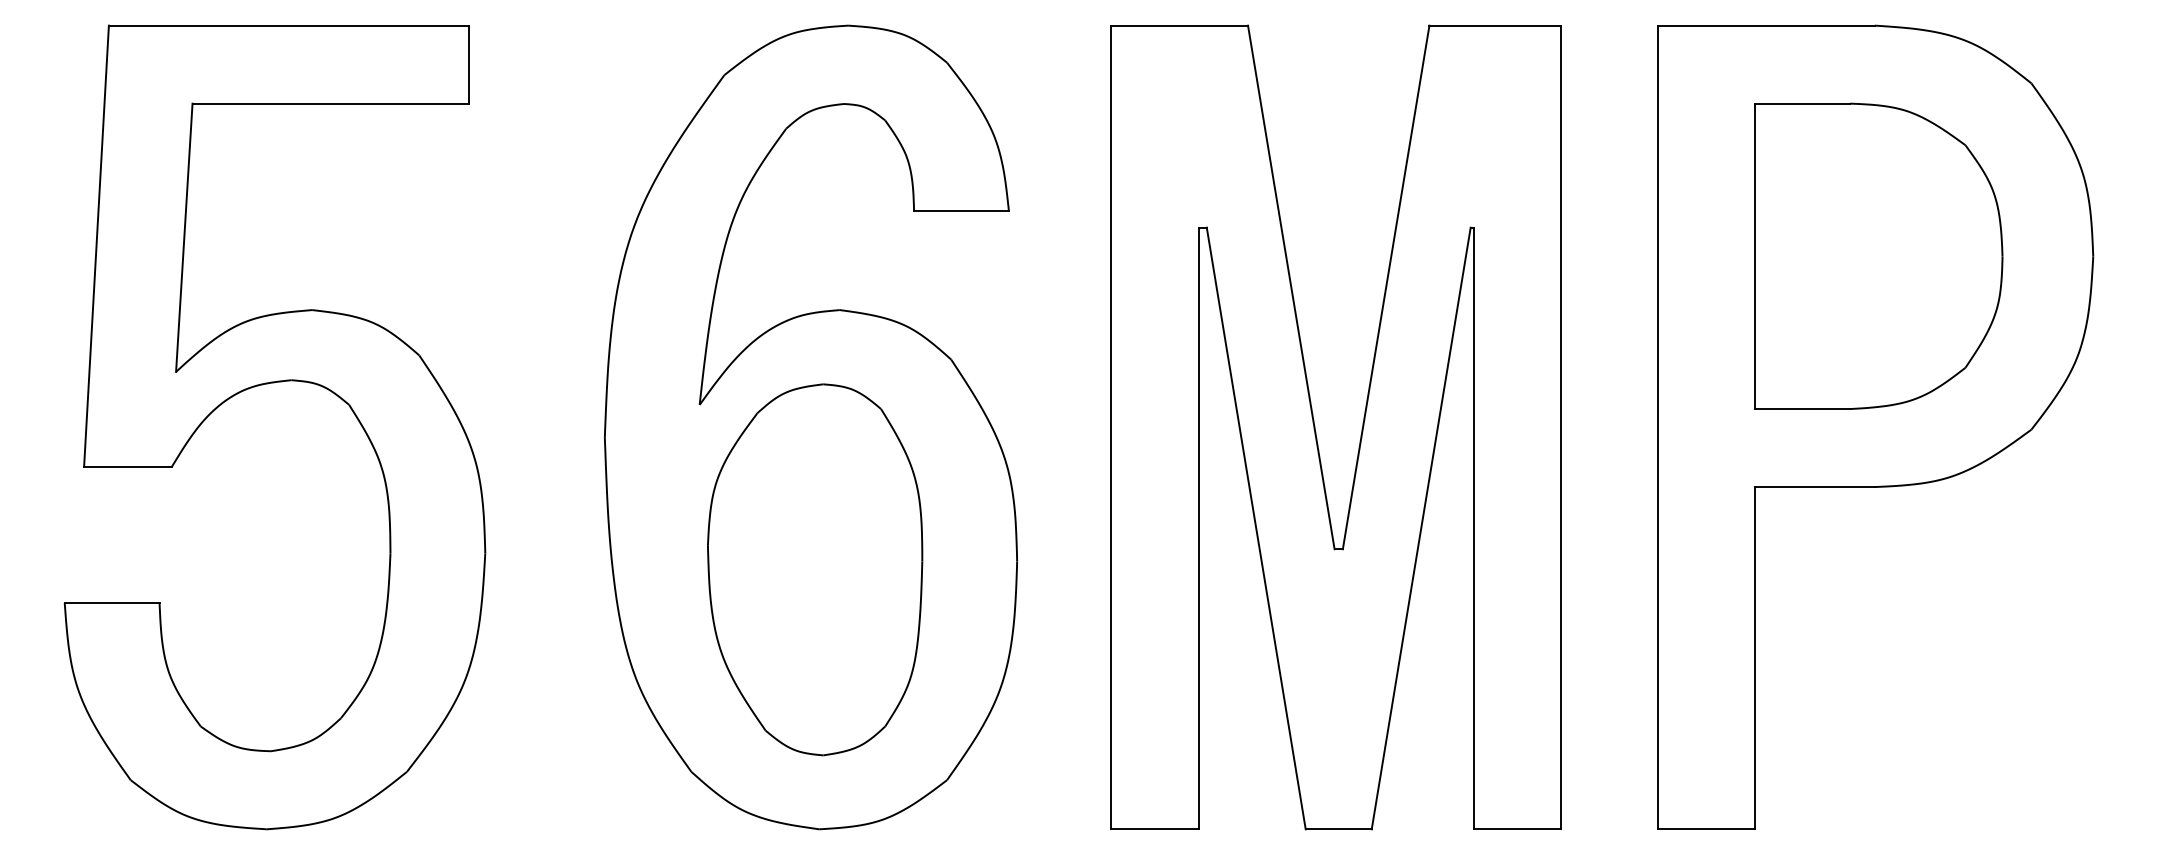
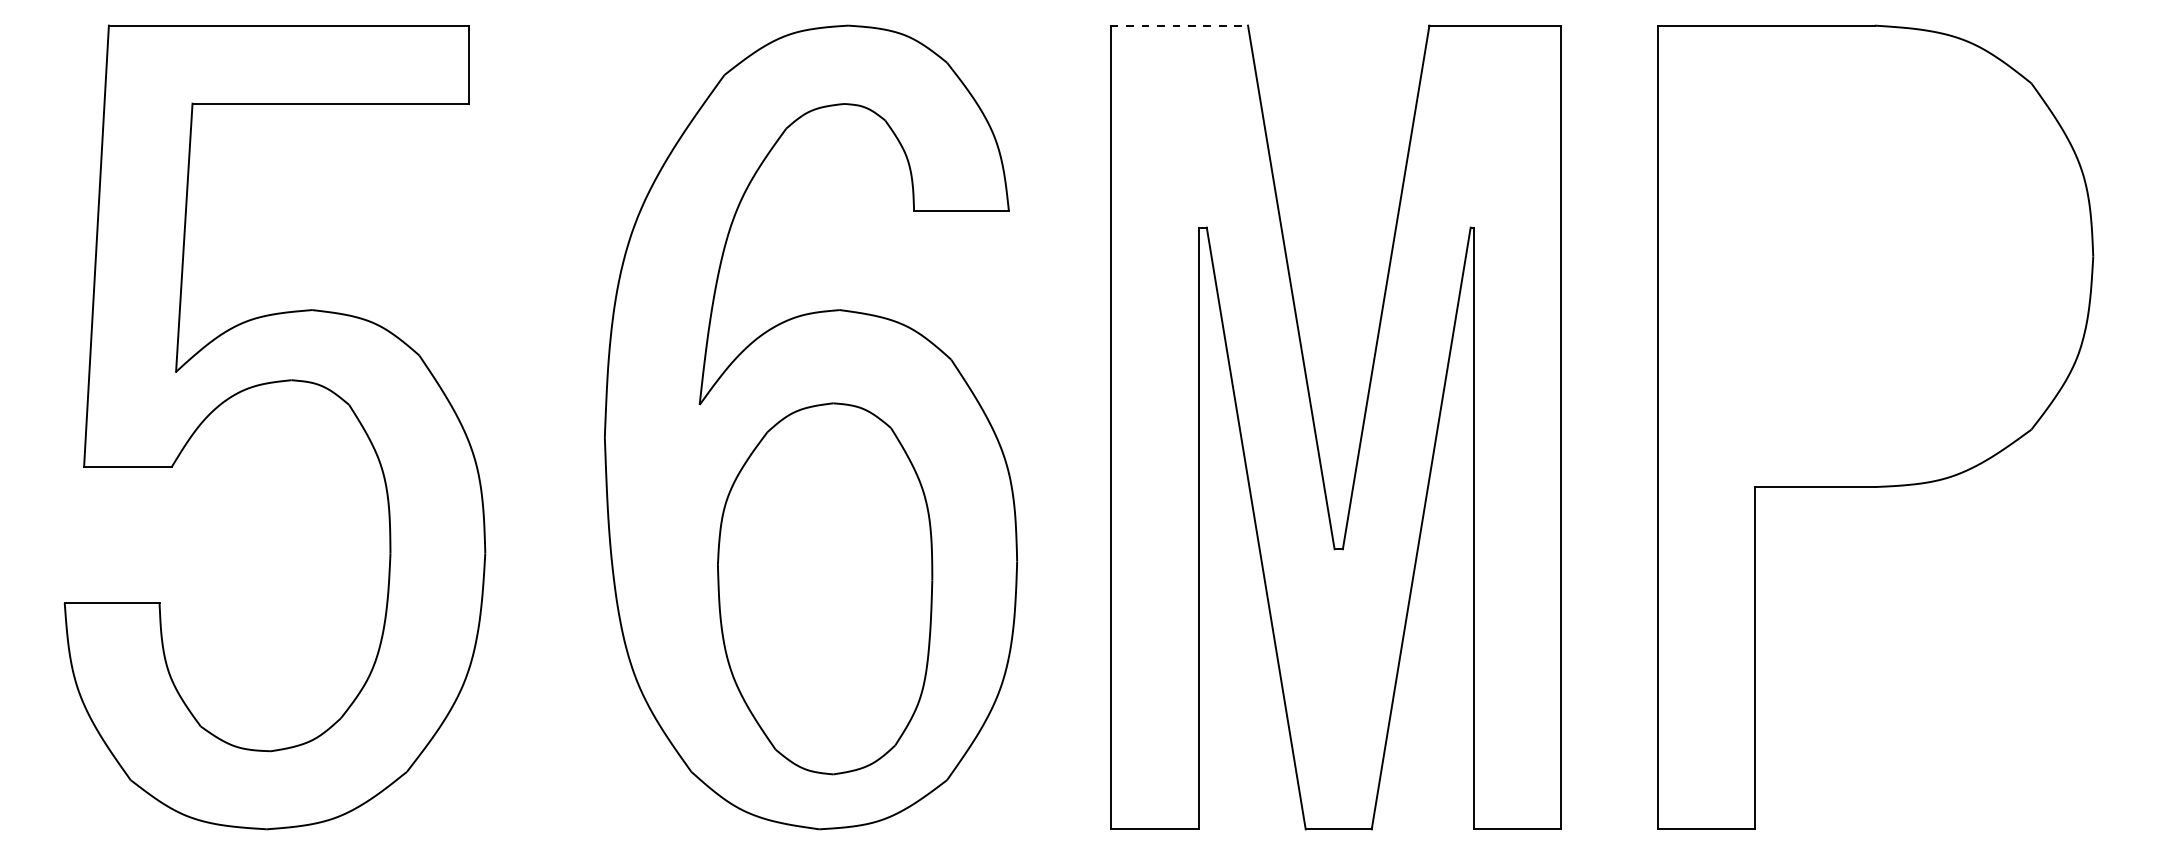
line at (1179, 25): solid -> dashed
part at (1878, 255): present -> none
part at (815, 569) position: (815, 569) -> (825, 588)
